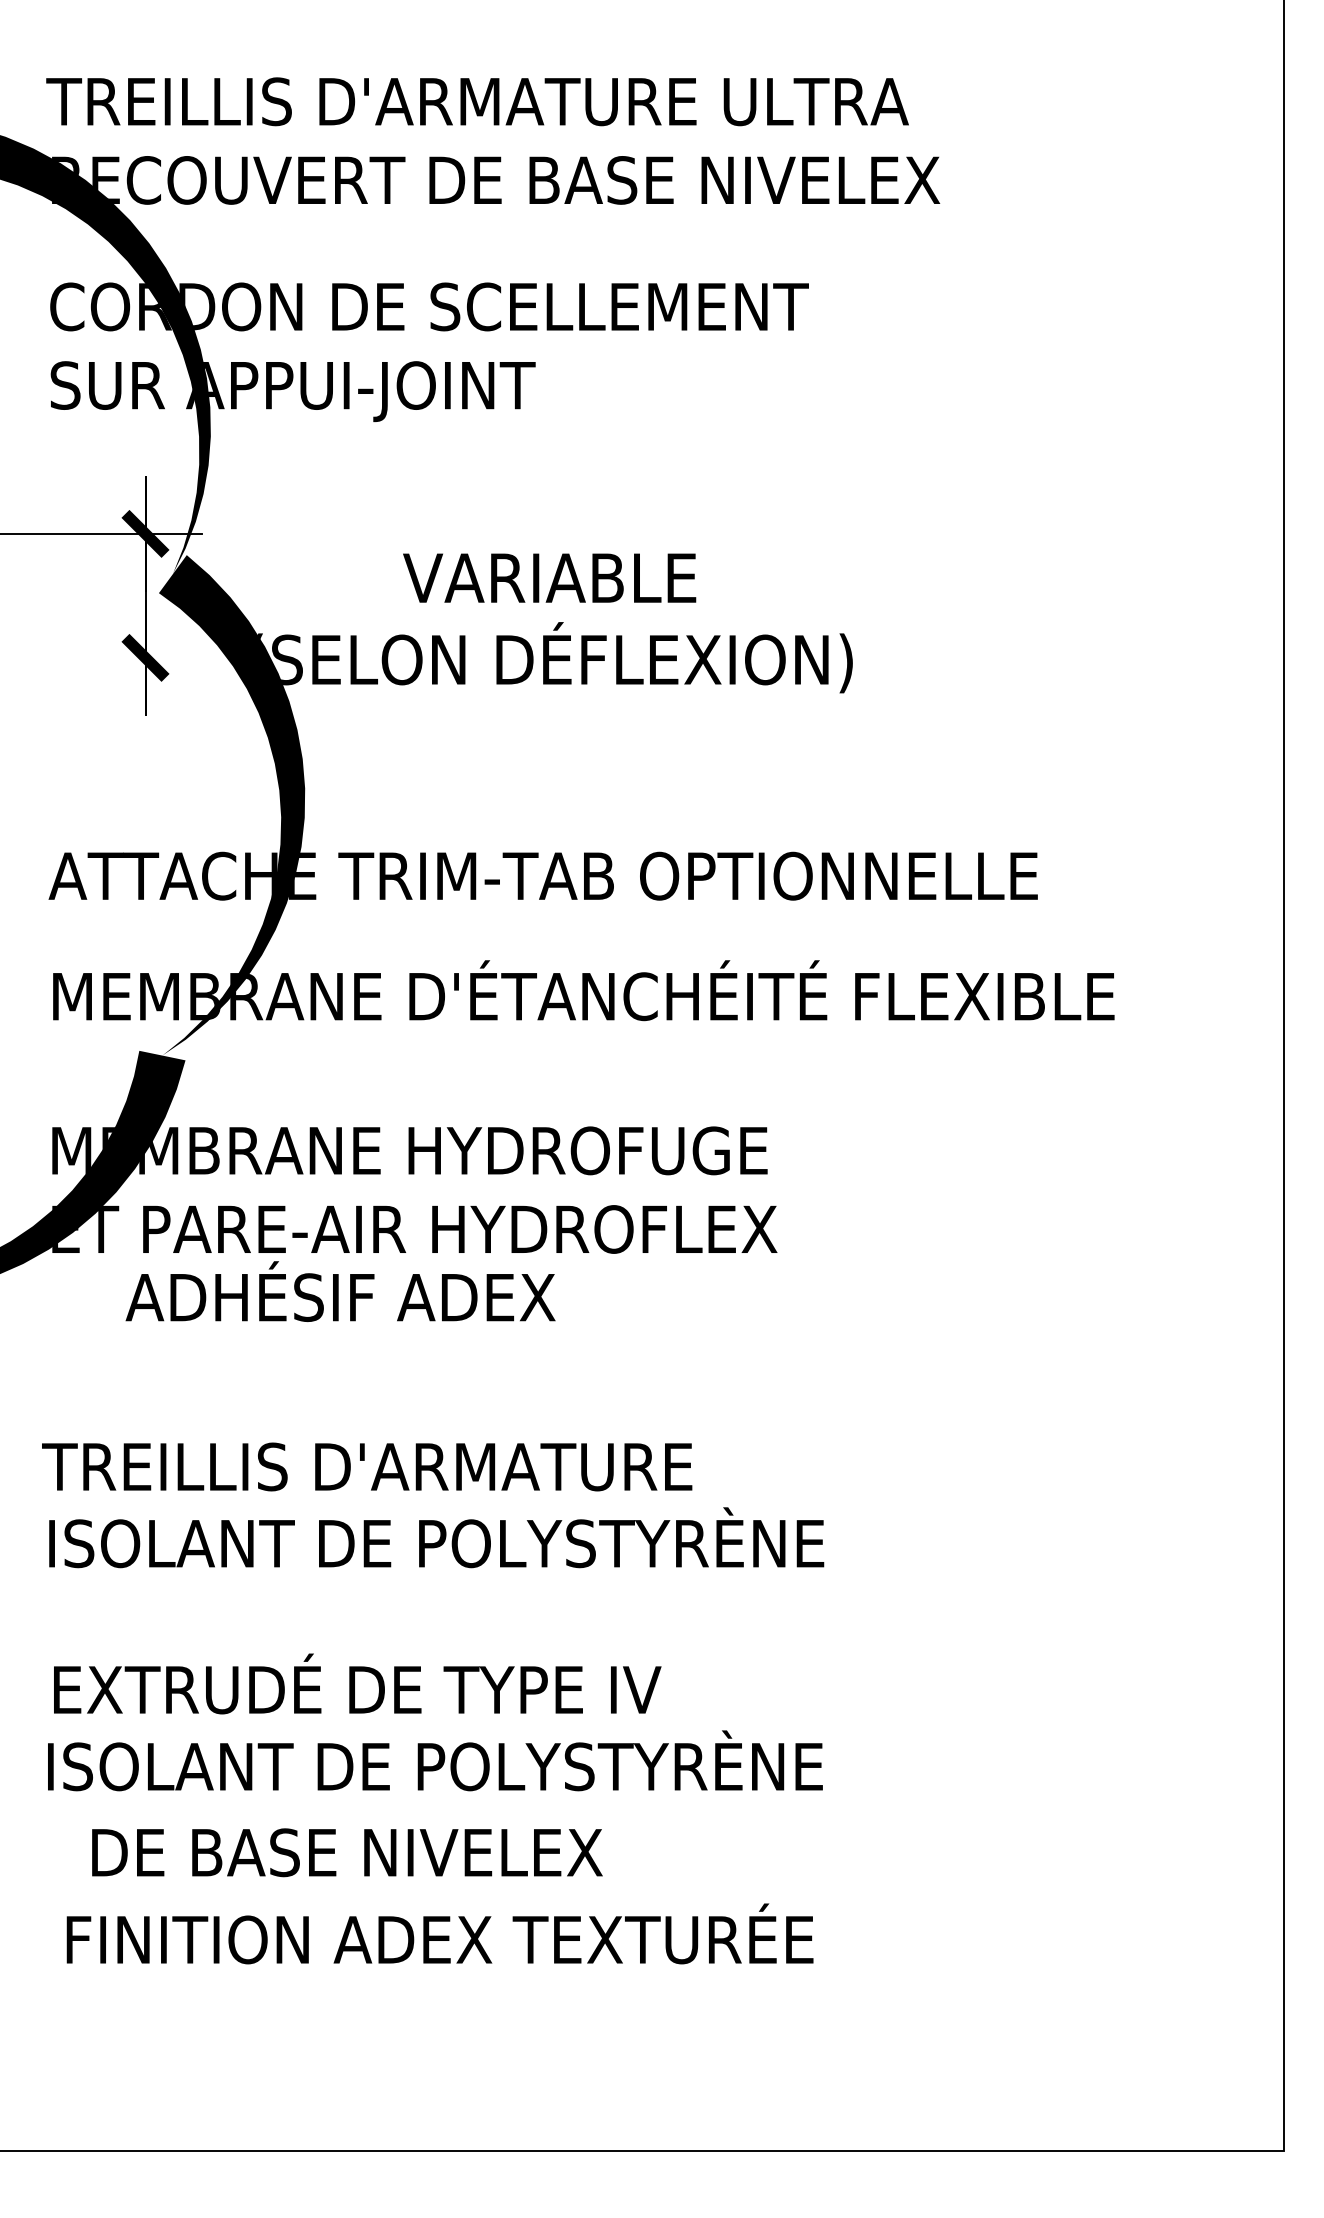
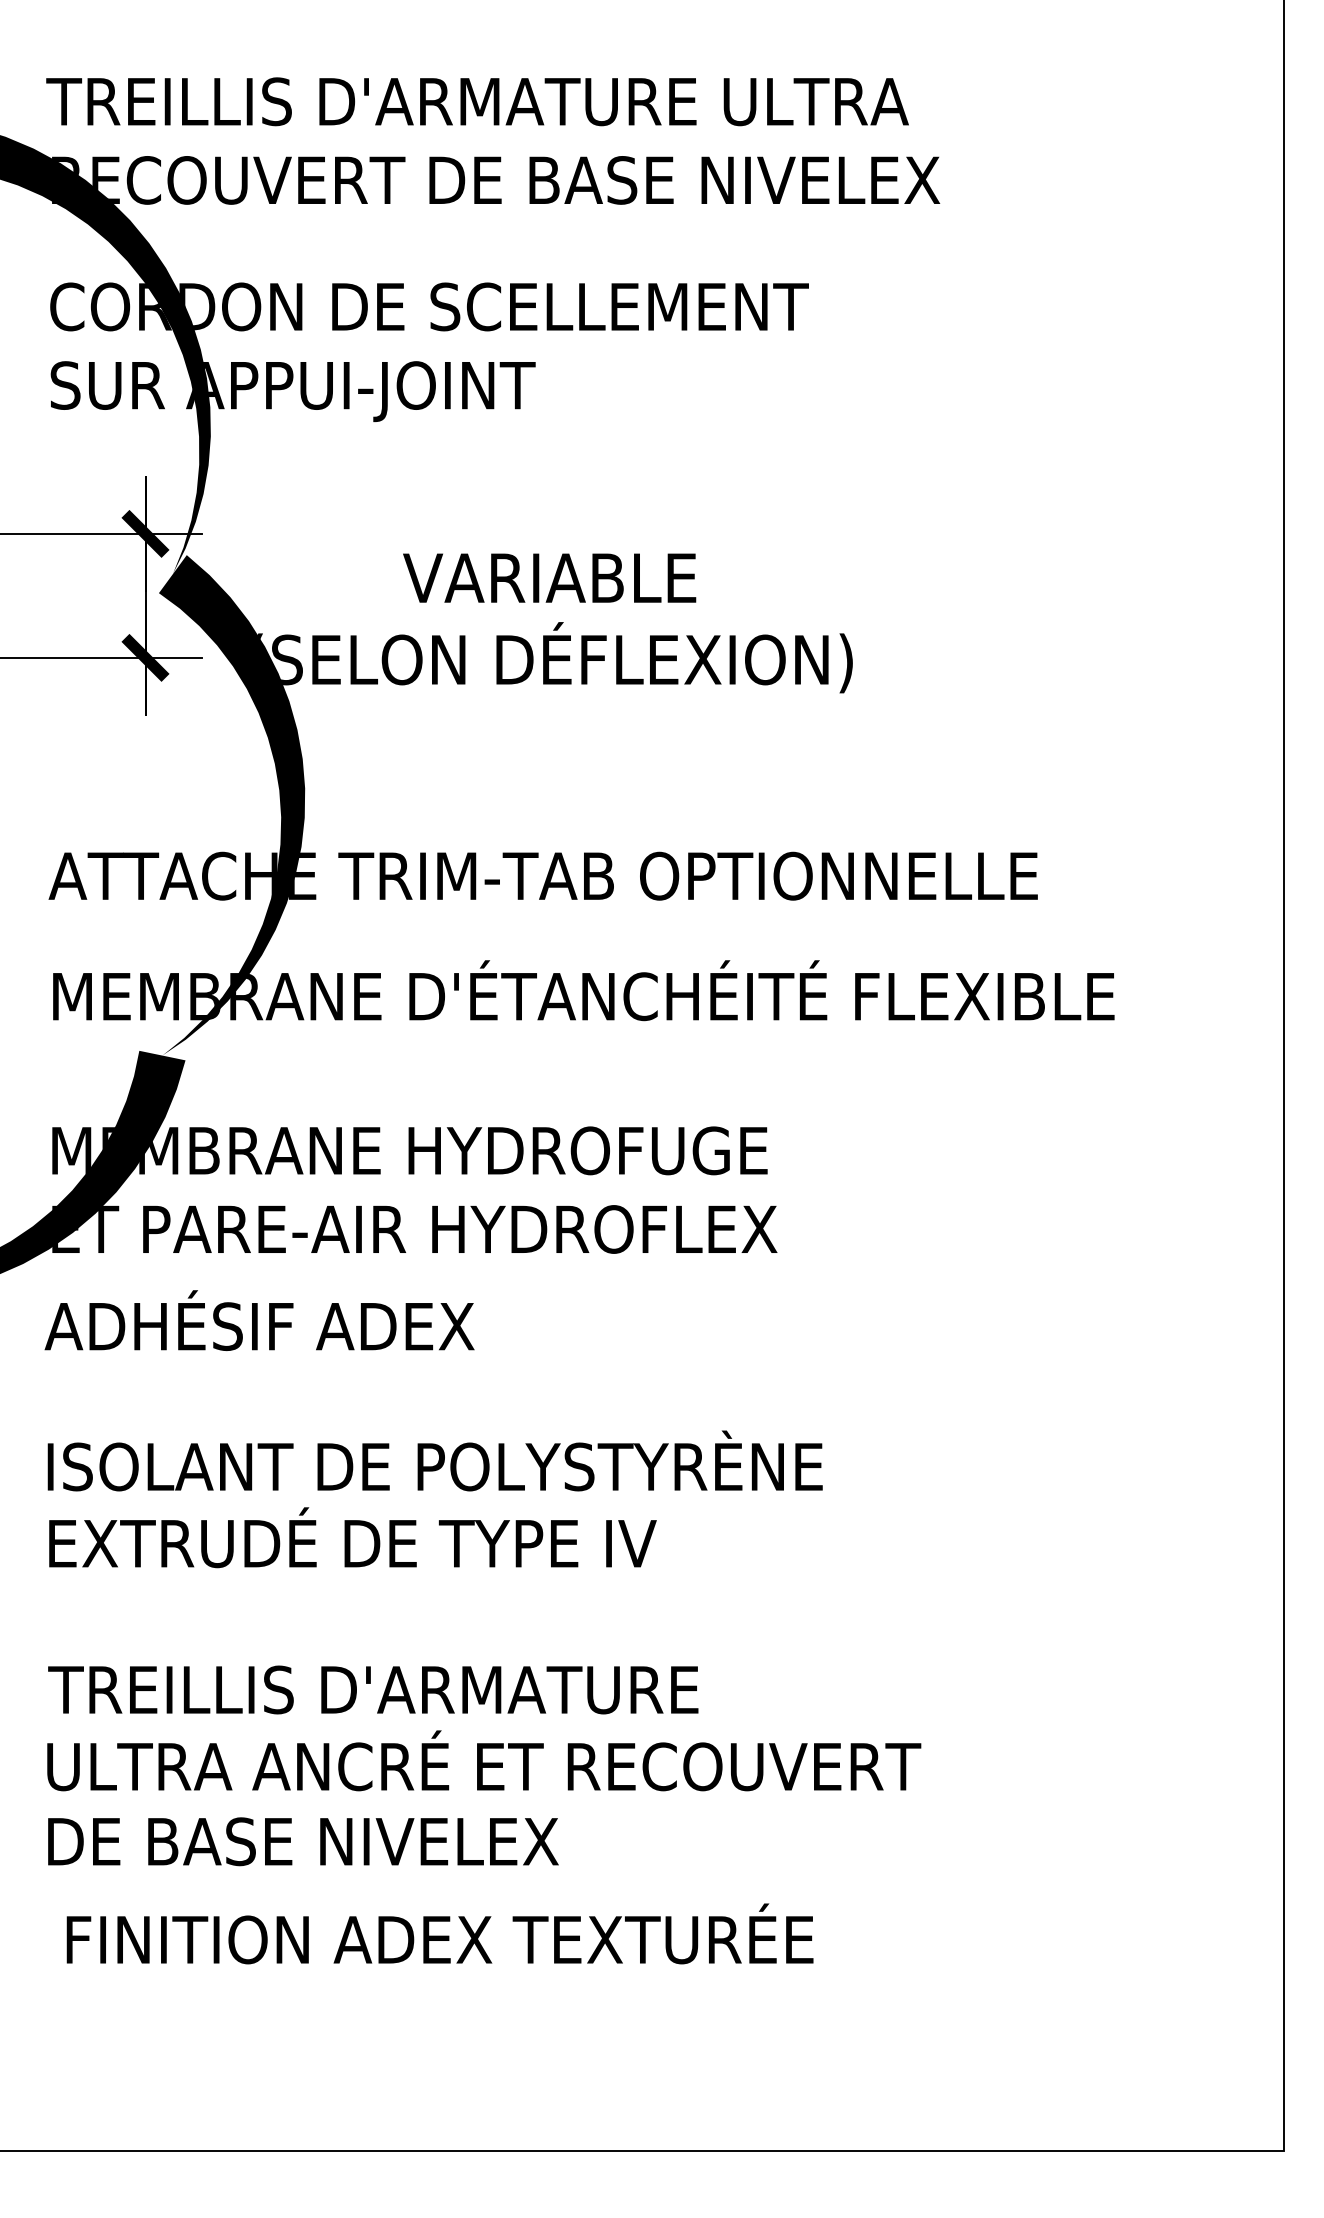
line at (102, 657): none -> present
text at (340, 1291) position: (340, 1291) -> (259, 1320)
text at (432, 1460): TREILLIS D'ARMATURE -> ISOLANT DE POLYSTYRÈNE
text at (439, 1537): ISOLANT DE POLYSTYRÈNE -> EXTRUDÉ DE TYPE IV
text at (373, 1683): EXTRUDÉ DE TYPE IV -> TREILLIS D'ARMATURE
text at (484, 1760): ISOLANT DE POLYSTYRÈNE -> ULTRA ANCRÉ ET RECOUVERT
text at (347, 1852) position: (347, 1852) -> (303, 1841)
